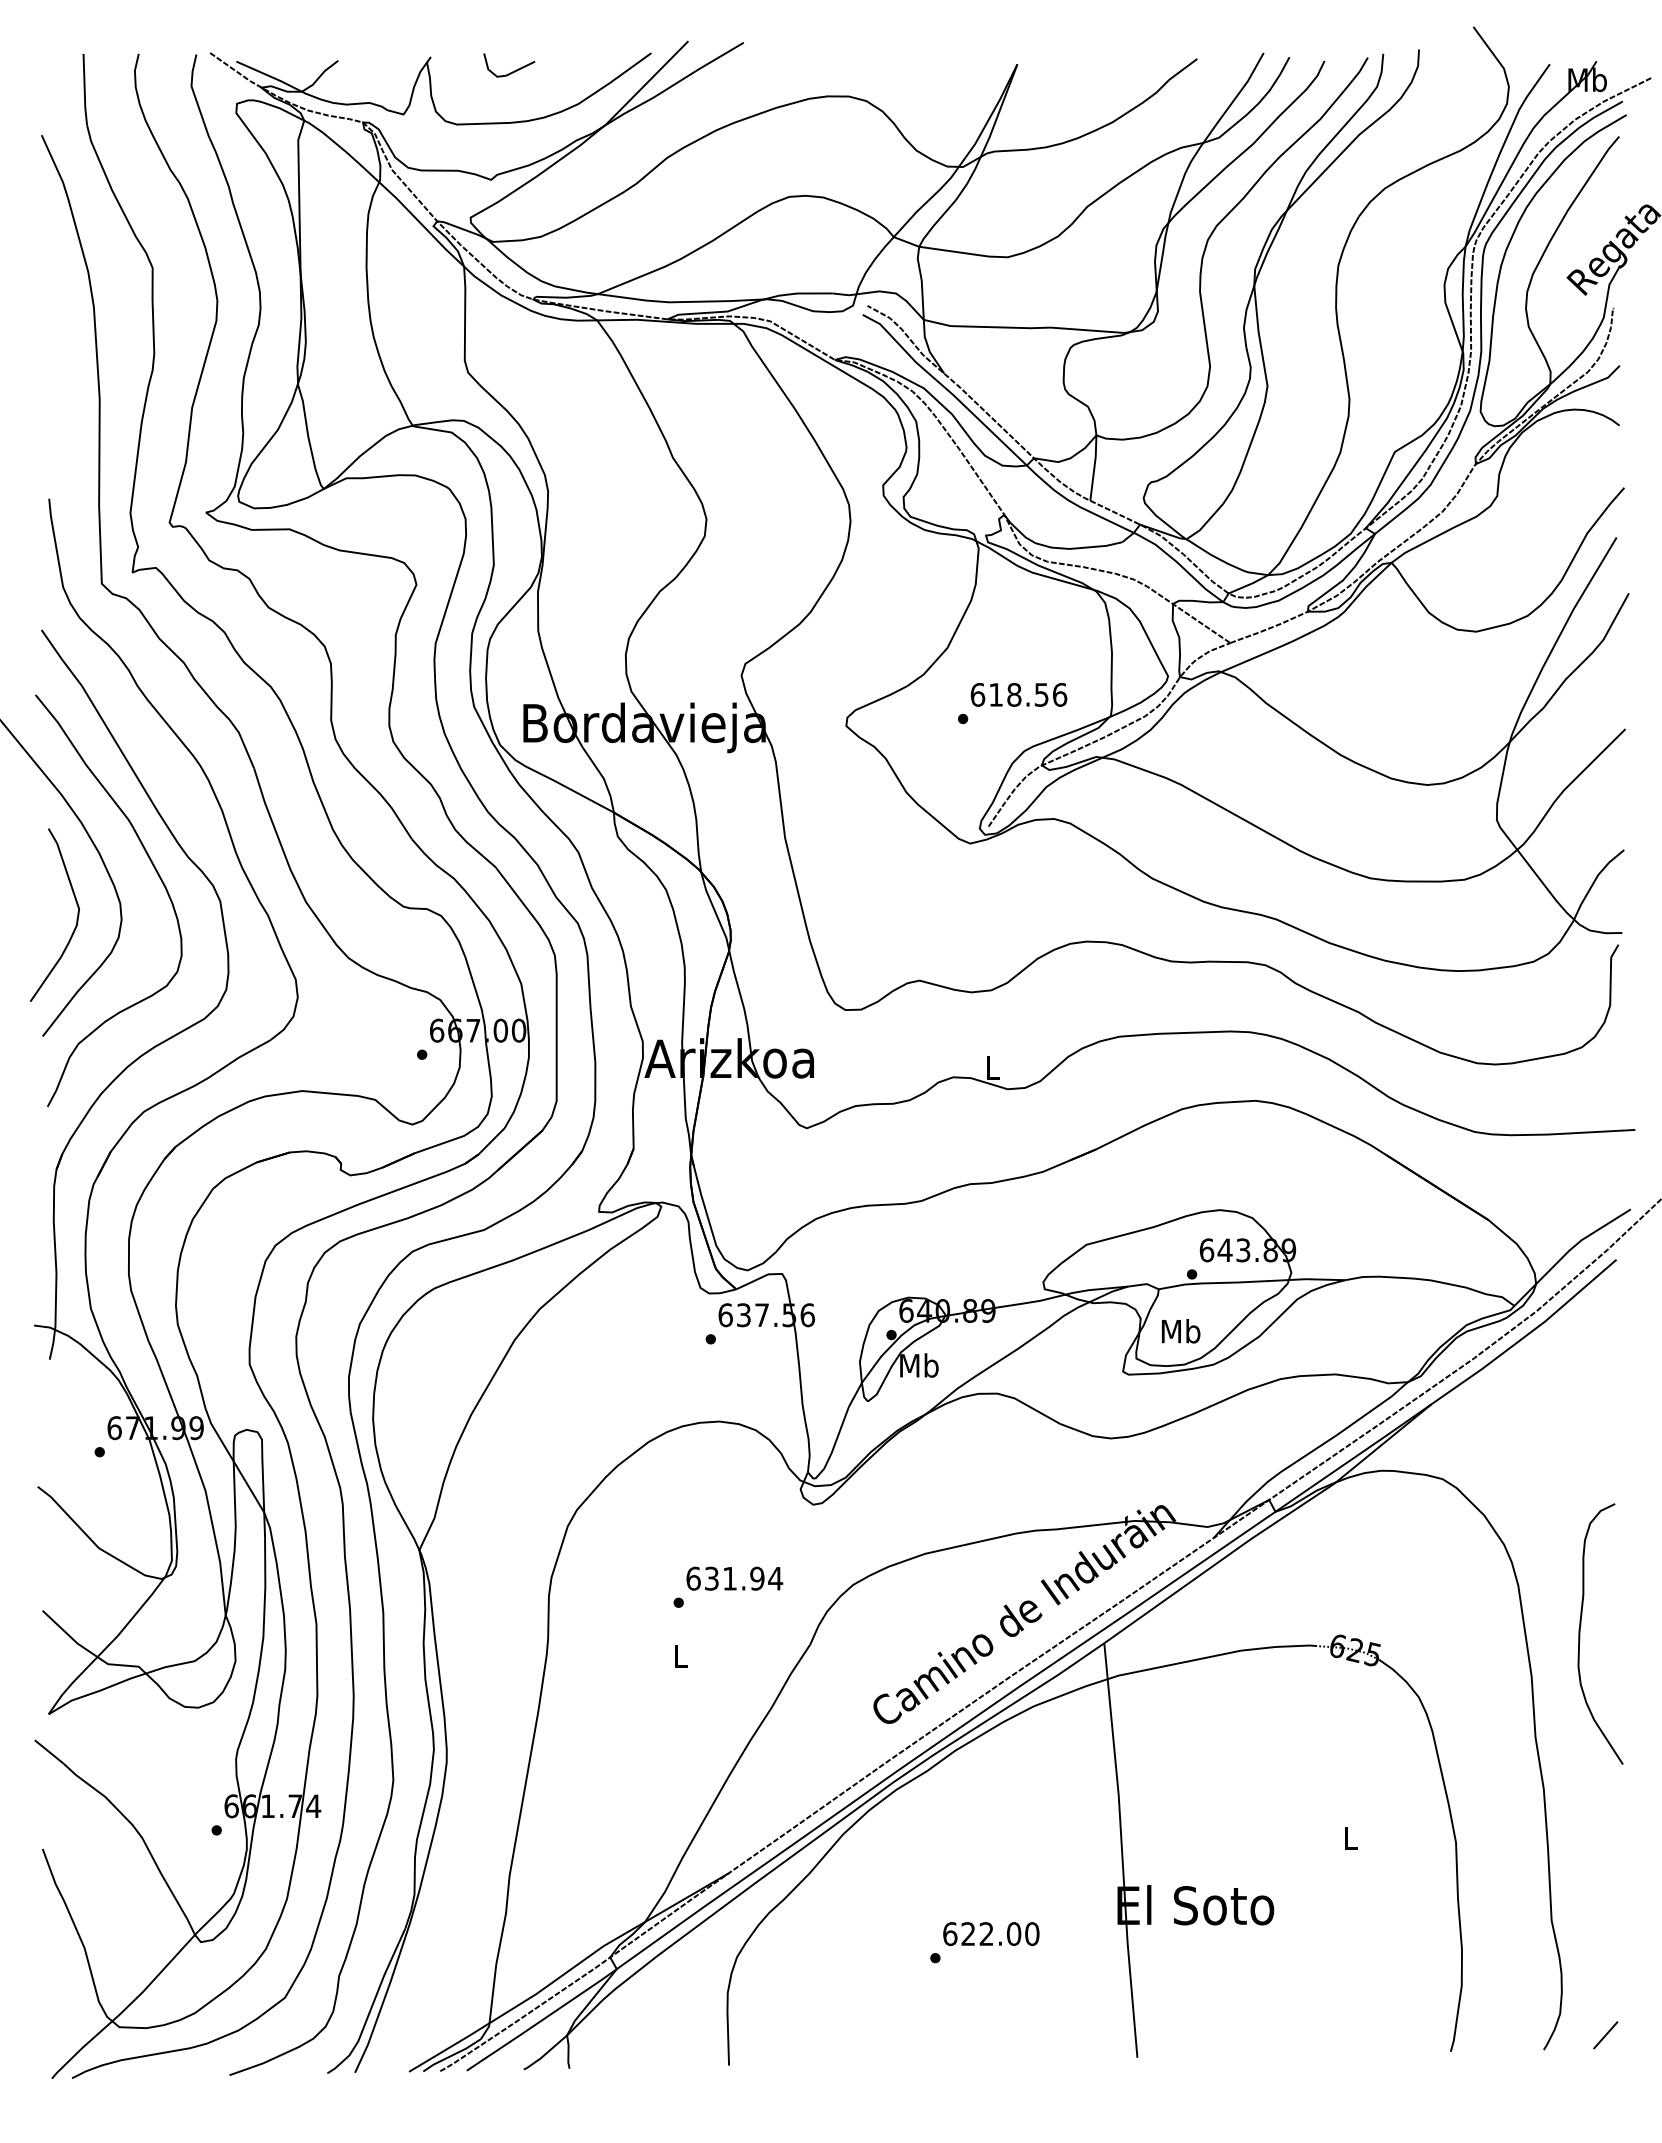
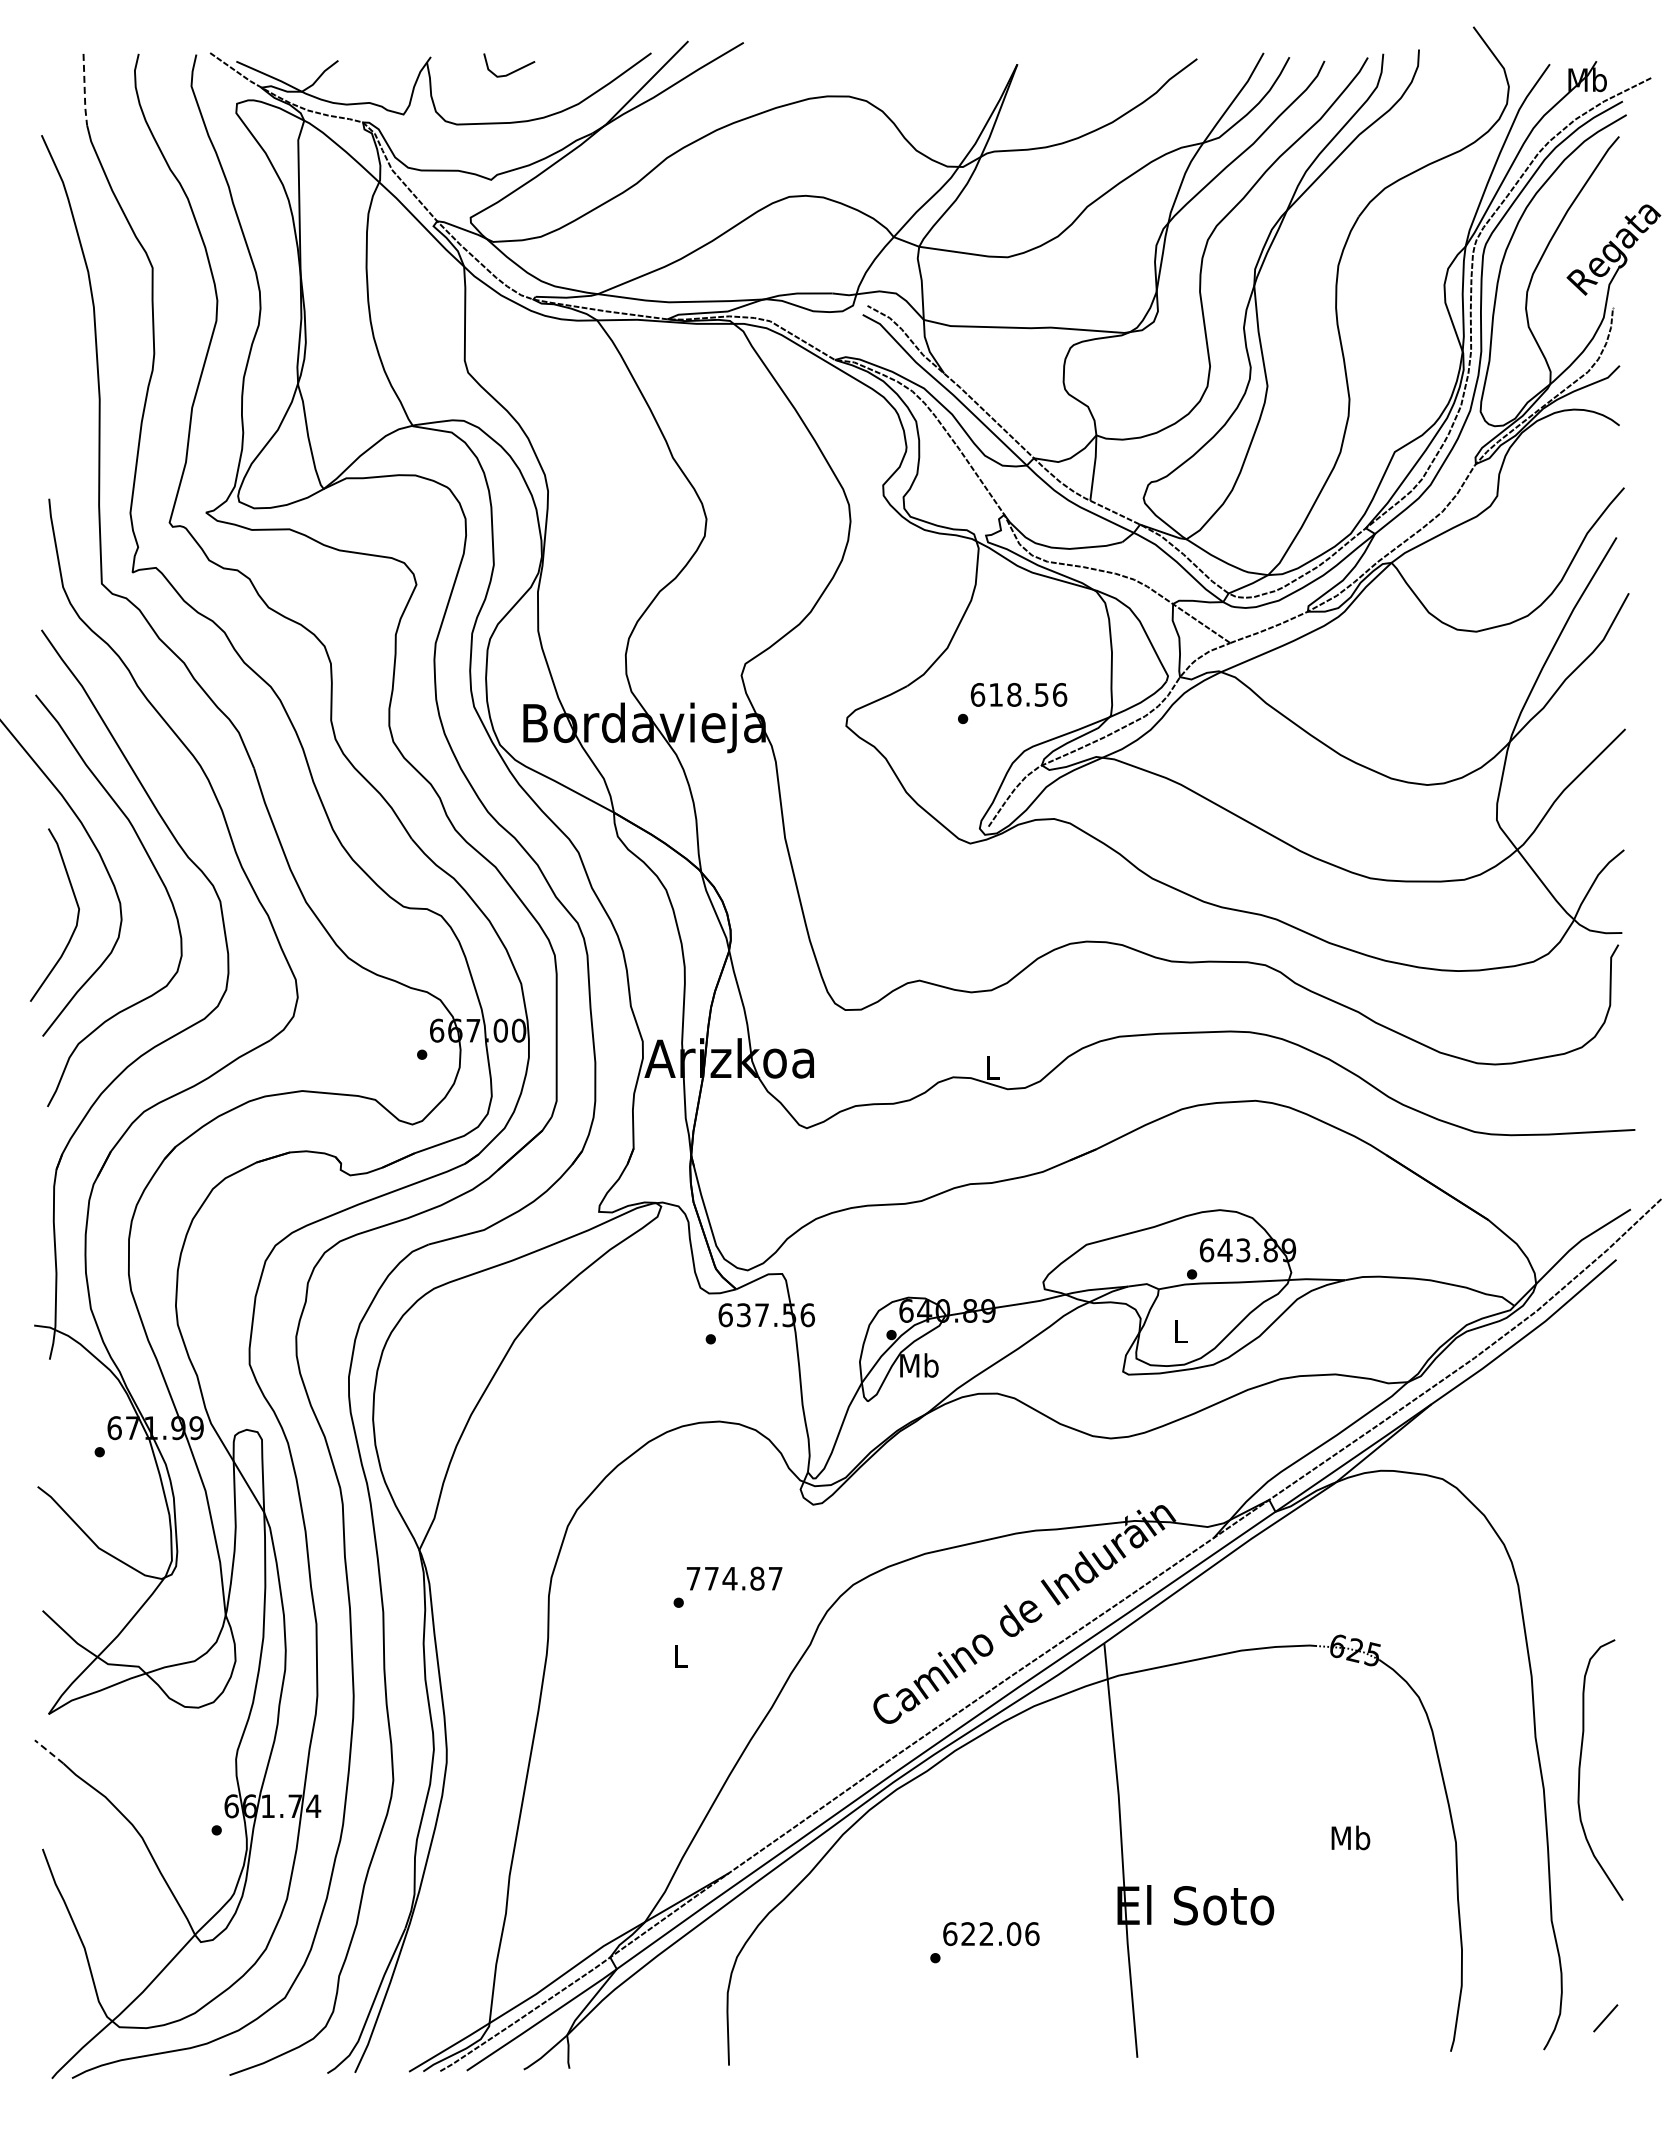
line at (84, 90): solid -> dashed
text at (1181, 1331): Mb -> L
text at (734, 1578): 631.94 -> 774.87
curve at (1580, 1633) position: (1580, 1633) -> (1580, 1769)
line at (49, 1751): solid -> dashed
text at (1350, 1837): L -> Mb
text at (1032, 1933): 622.00 -> 622.06
line at (1605, 2035) position: (1605, 2035) -> (1605, 2018)
